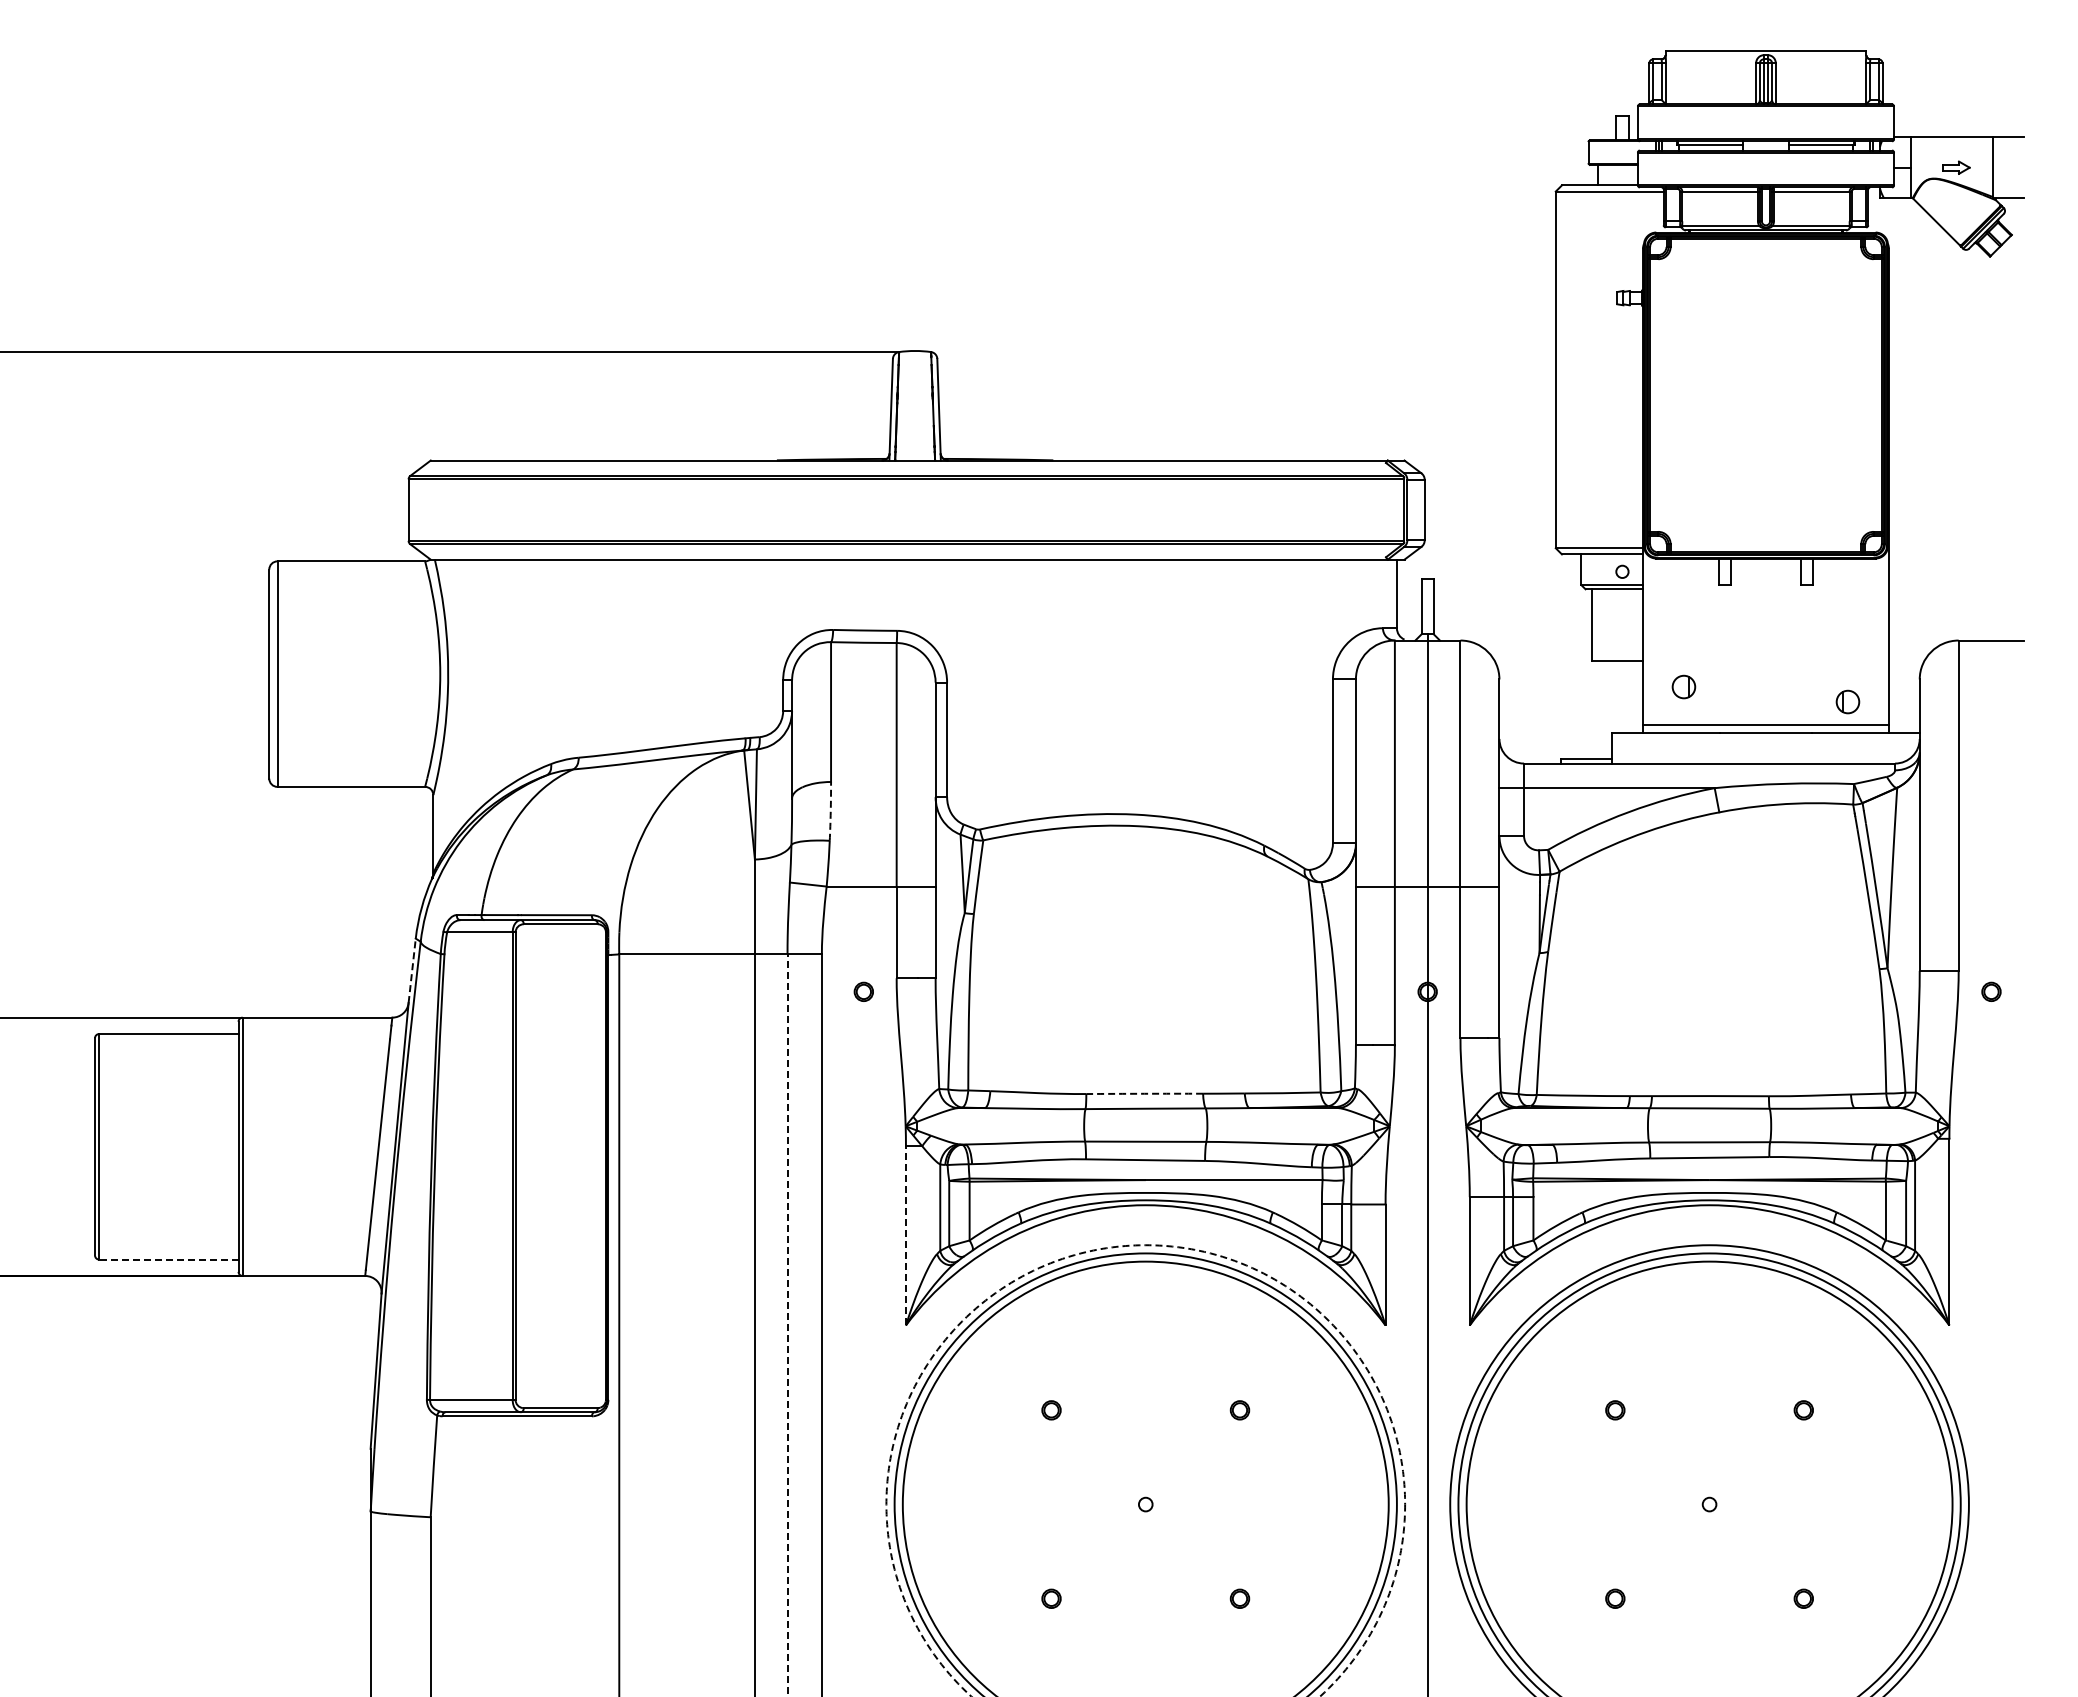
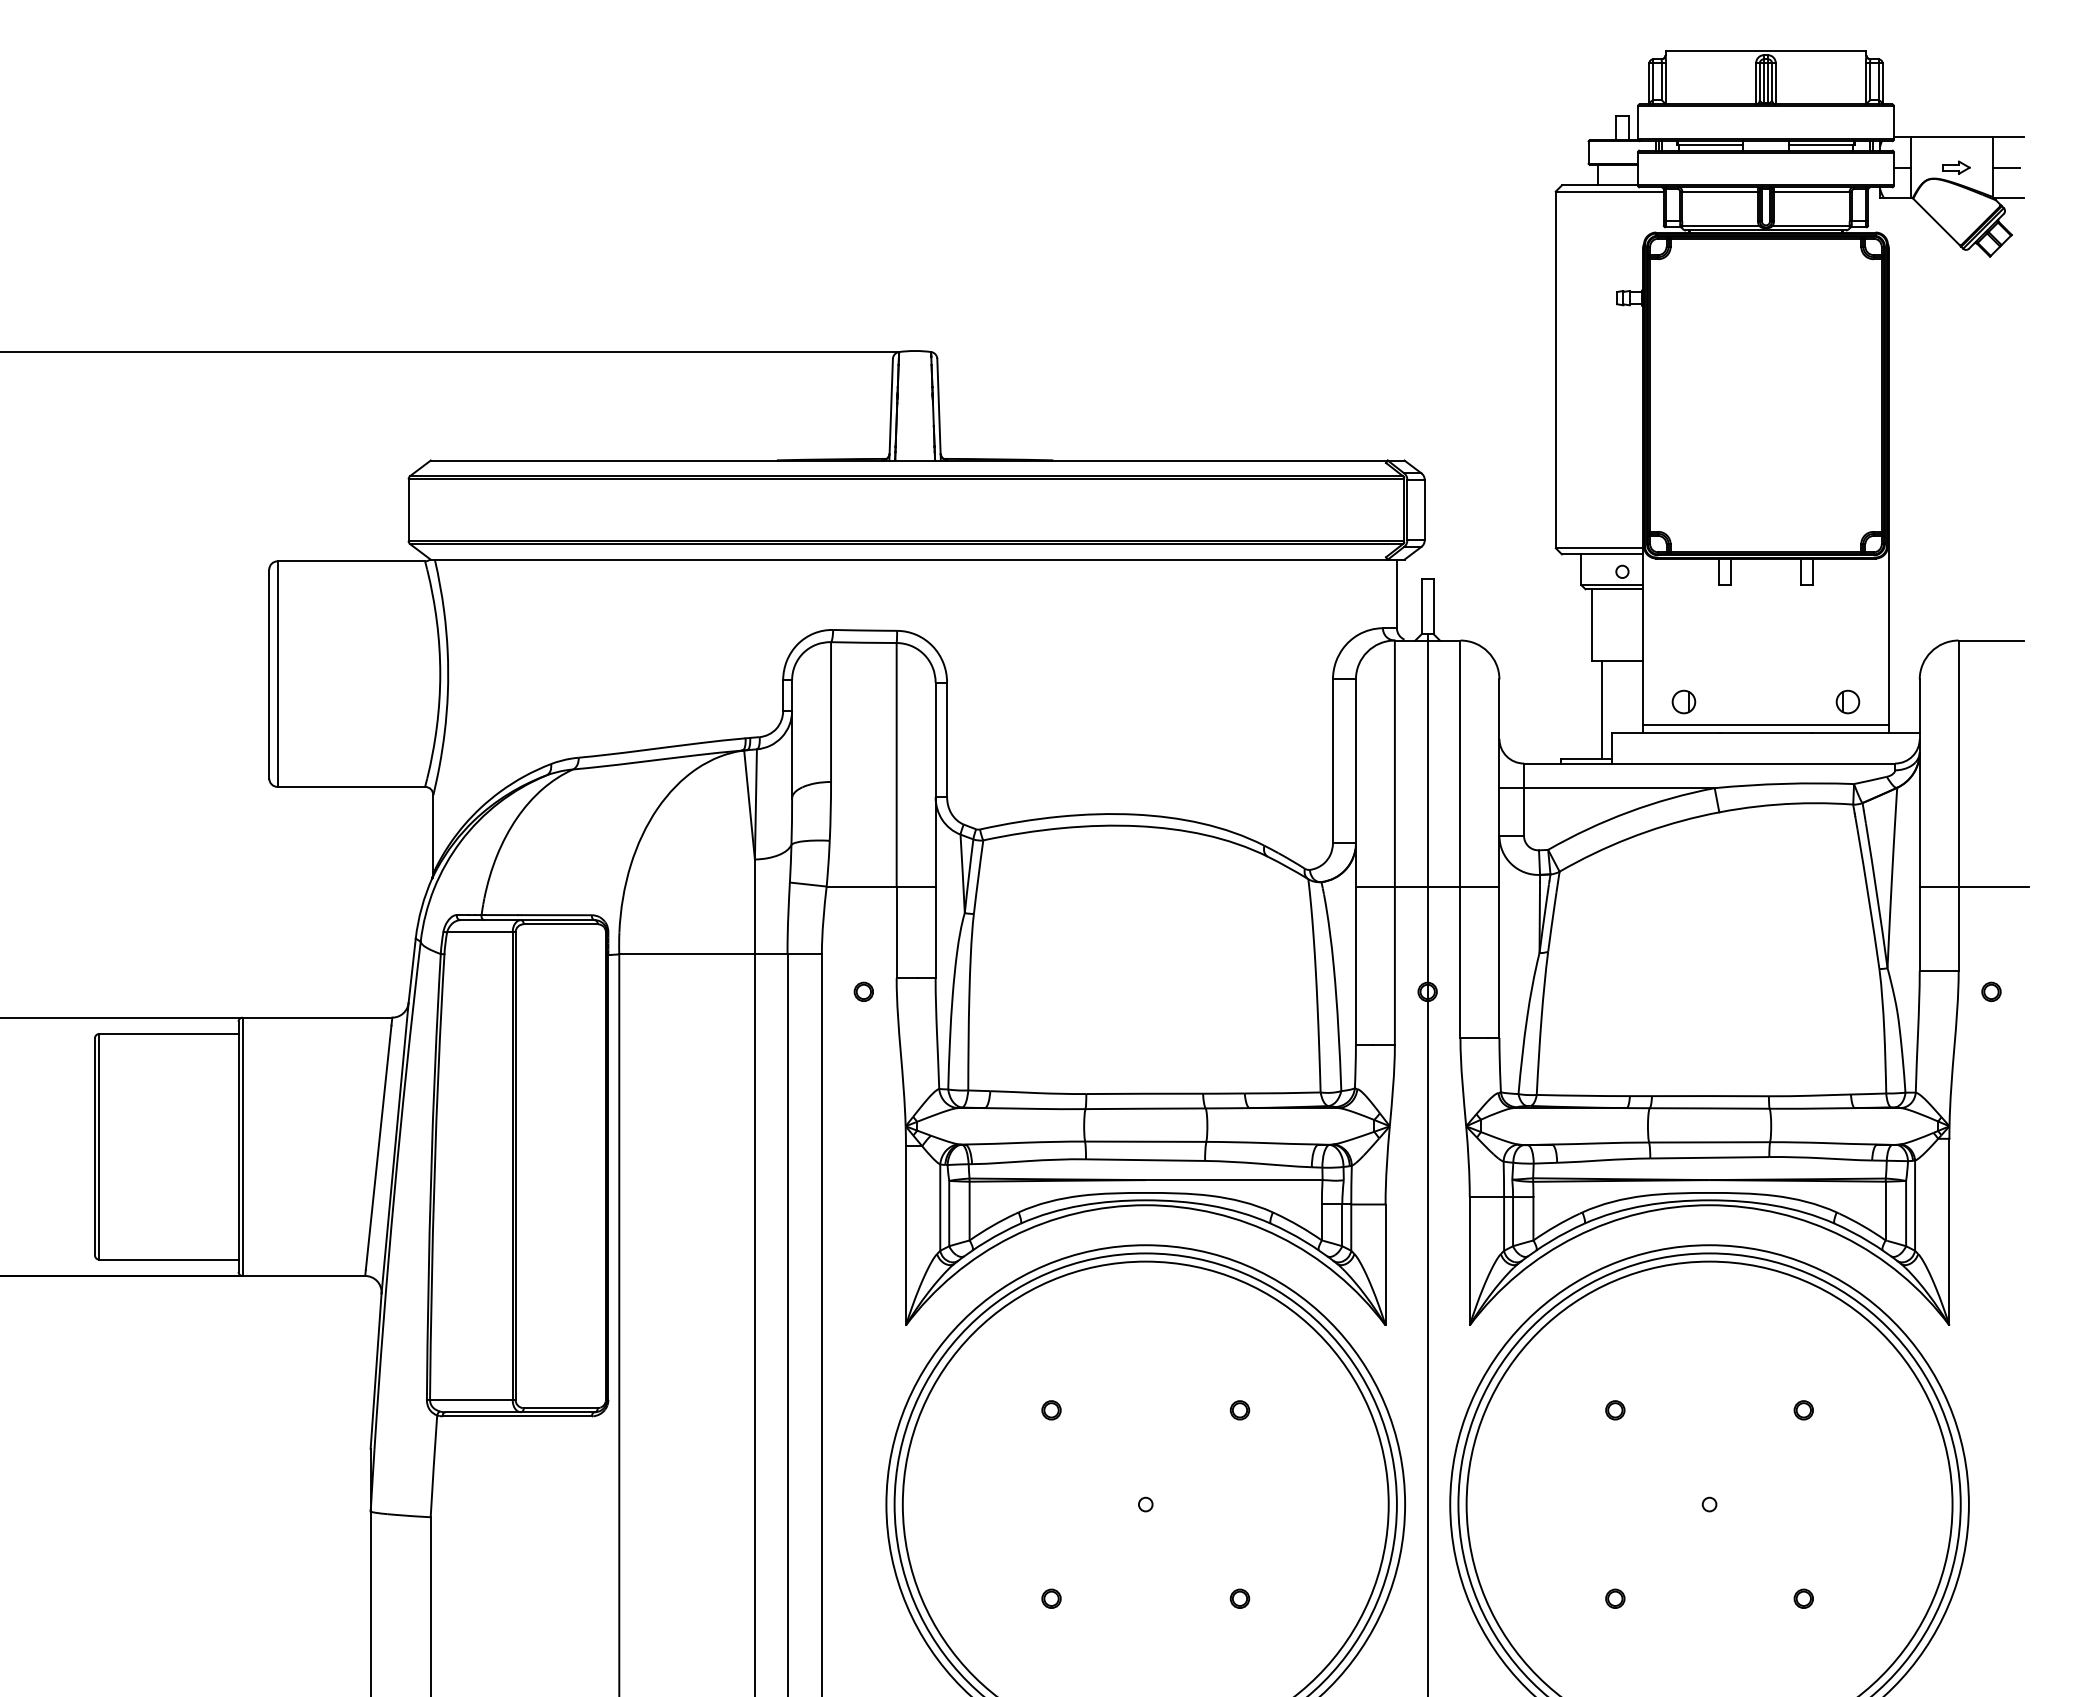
line at (2005, 167): none -> present
part at (1683, 686) position: (1683, 686) -> (1683, 701)
line at (1601, 710): none -> present
arc at (830, 811): dashed -> solid
line at (1973, 886): none -> present
line at (412, 970): dashed -> solid
arc at (1144, 1093): dashed -> solid
line at (905, 1235): dashed -> solid
line at (168, 1259): dashed -> solid
line at (787, 1325): dashed -> solid
circle at (1145, 1470): dashed -> solid
